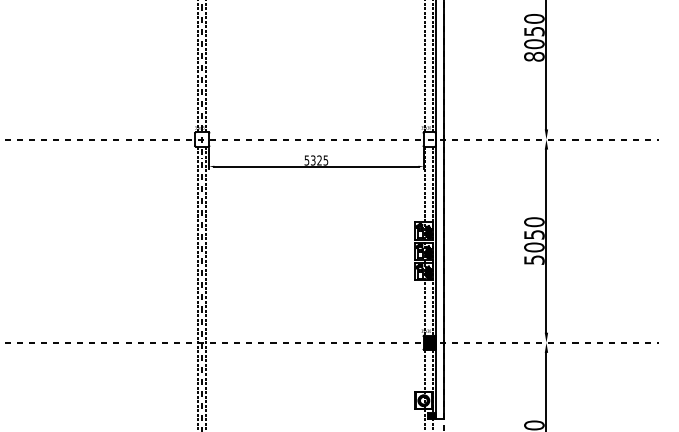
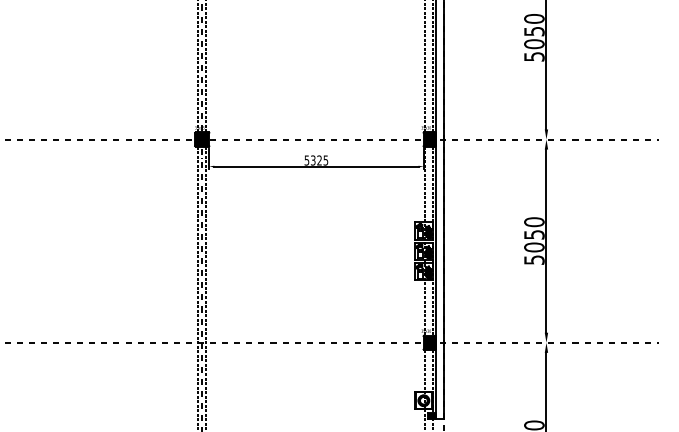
text at (534, 56): 8050 -> 5050
hatch at (202, 139): none -> present
hatch at (429, 139): none -> present
